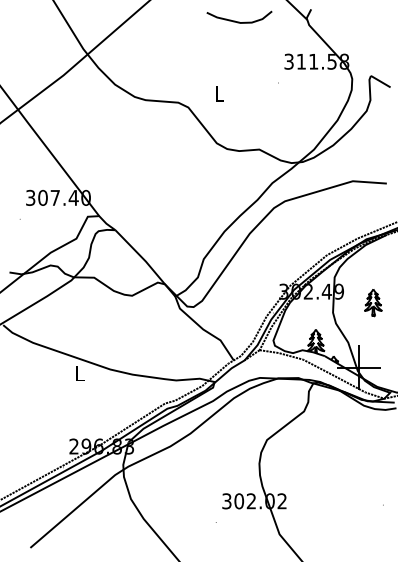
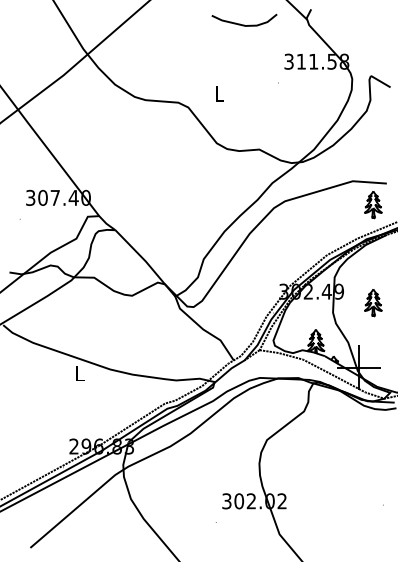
curve at (239, 21) position: (239, 21) -> (244, 24)
part at (373, 205): none -> present
